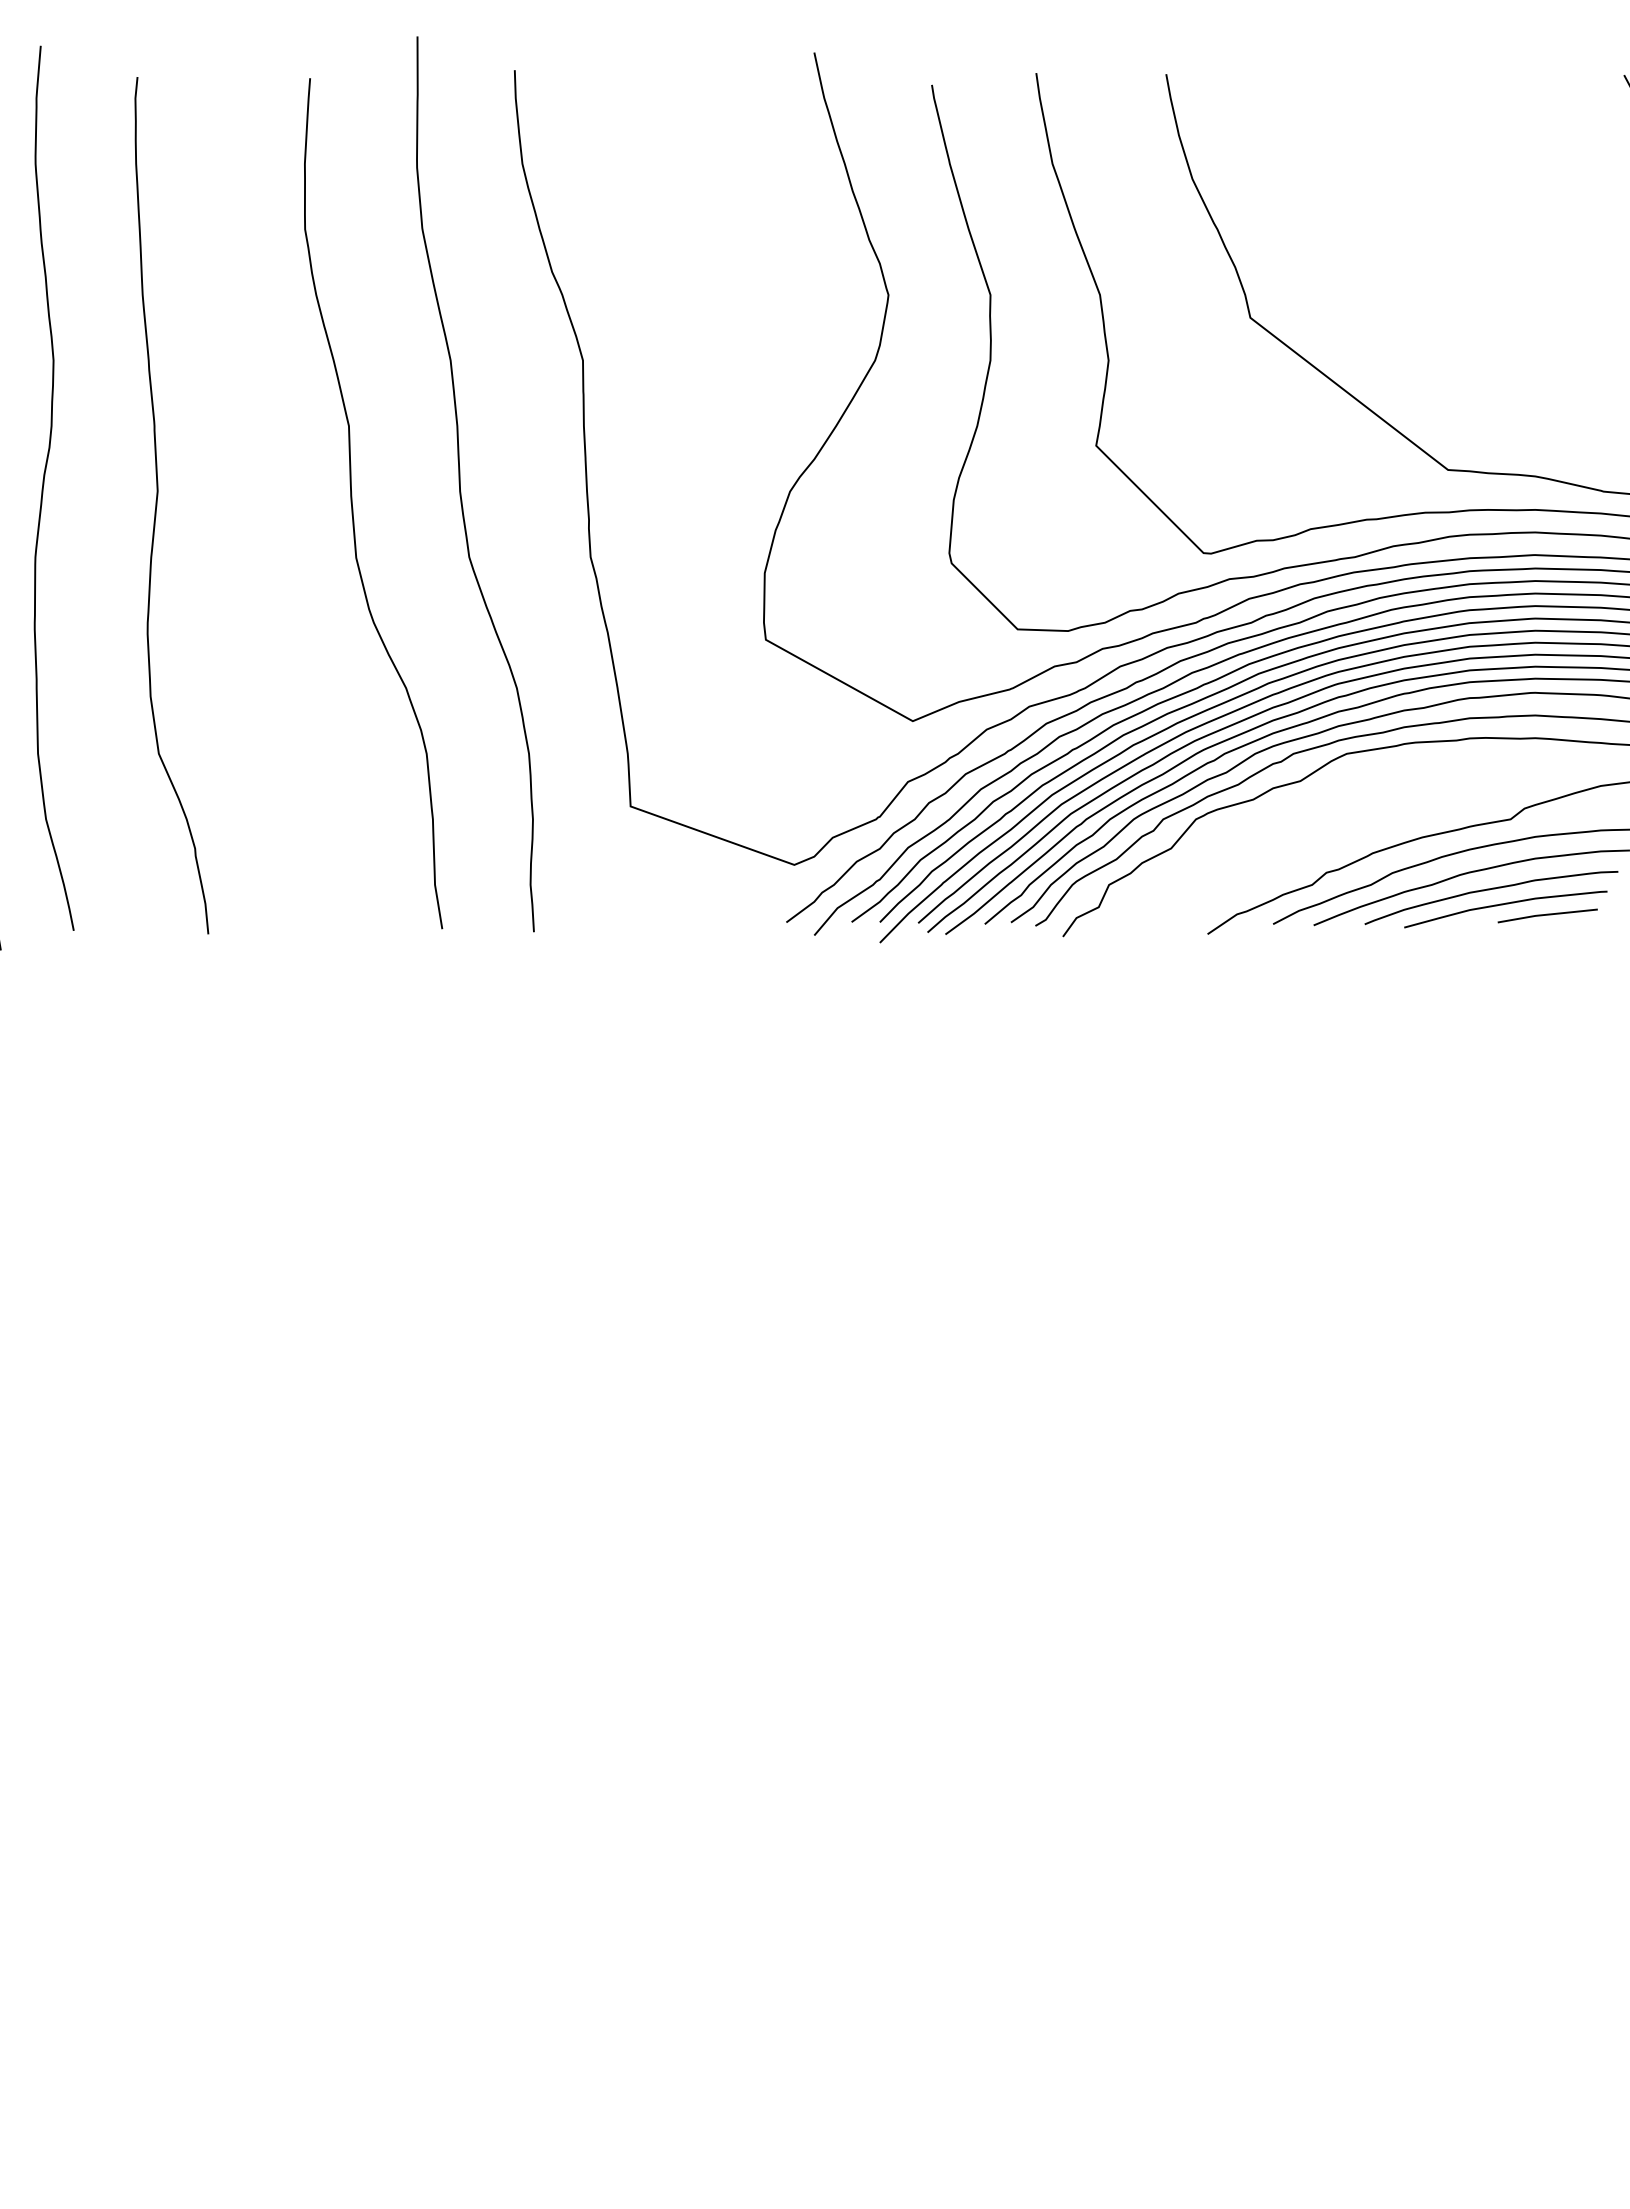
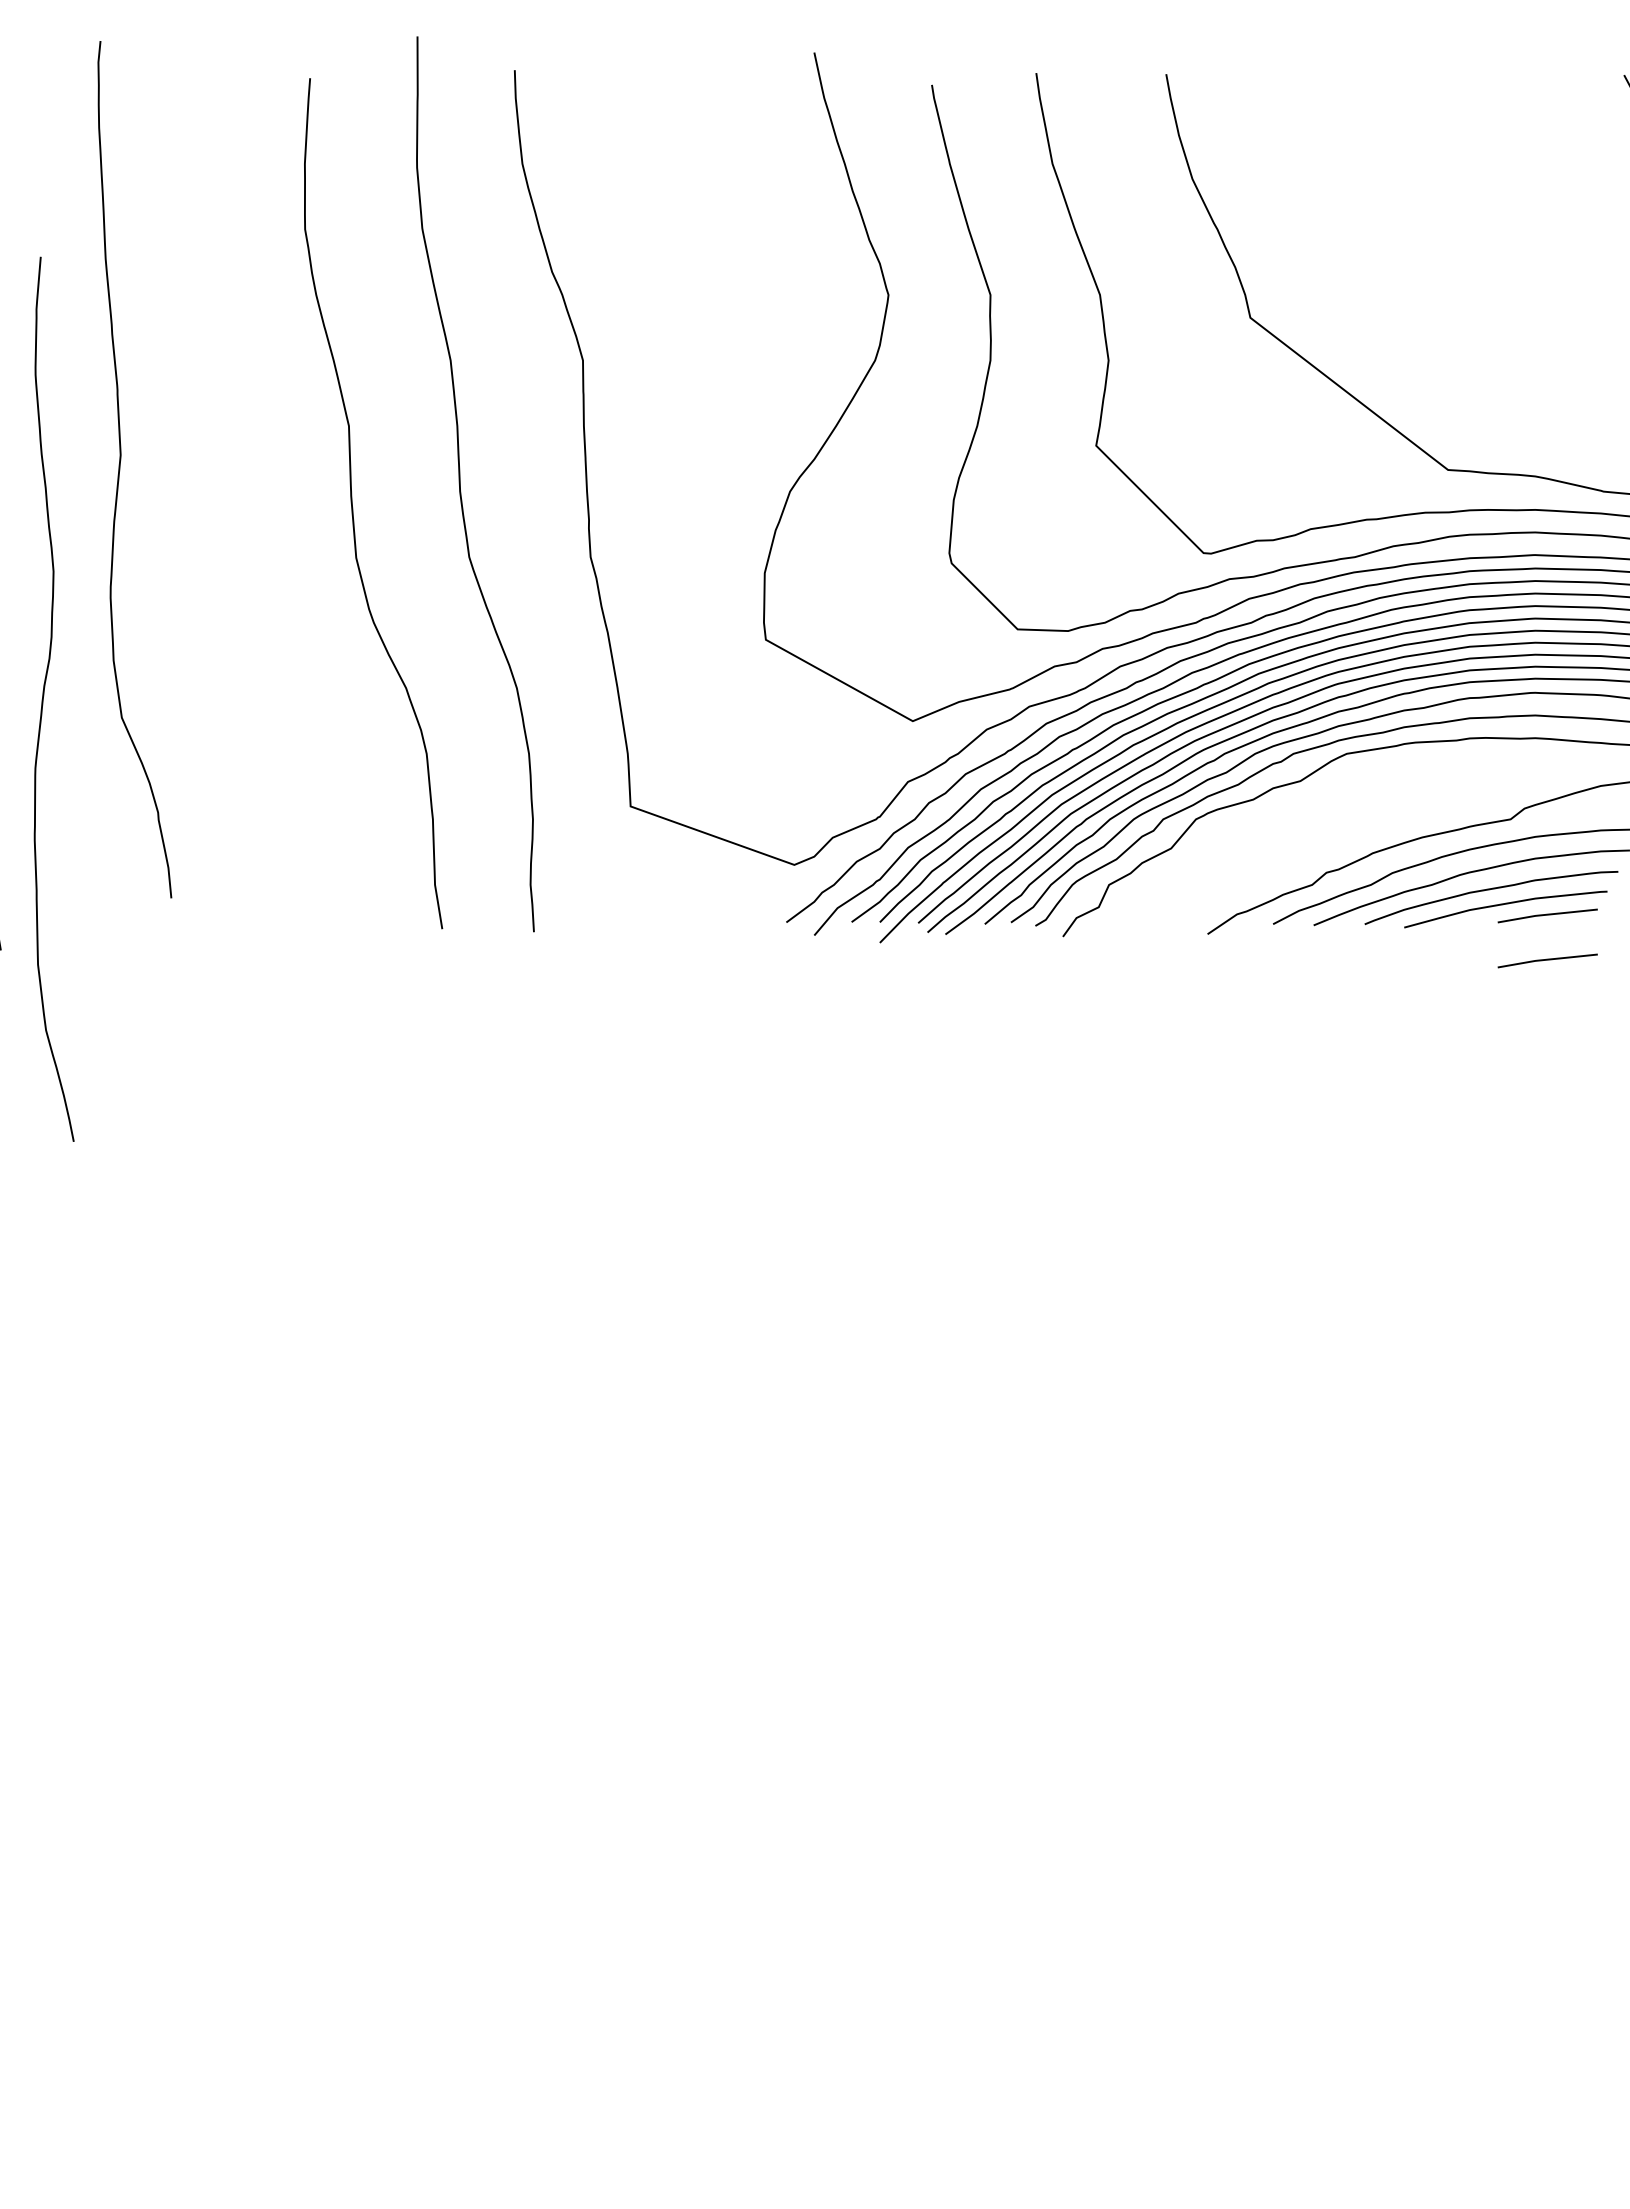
curve at (44, 484) position: (44, 484) -> (44, 695)
curve at (157, 505) position: (157, 505) -> (120, 469)
curve at (1547, 960): none -> present
